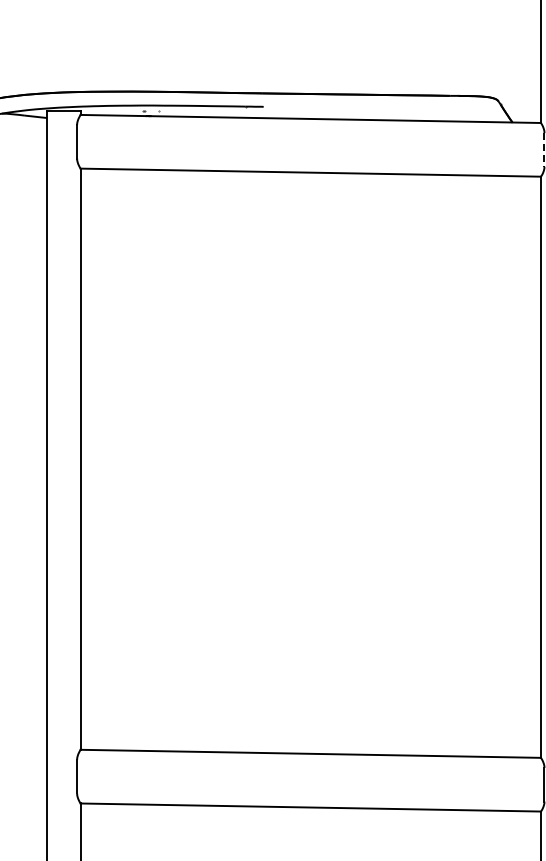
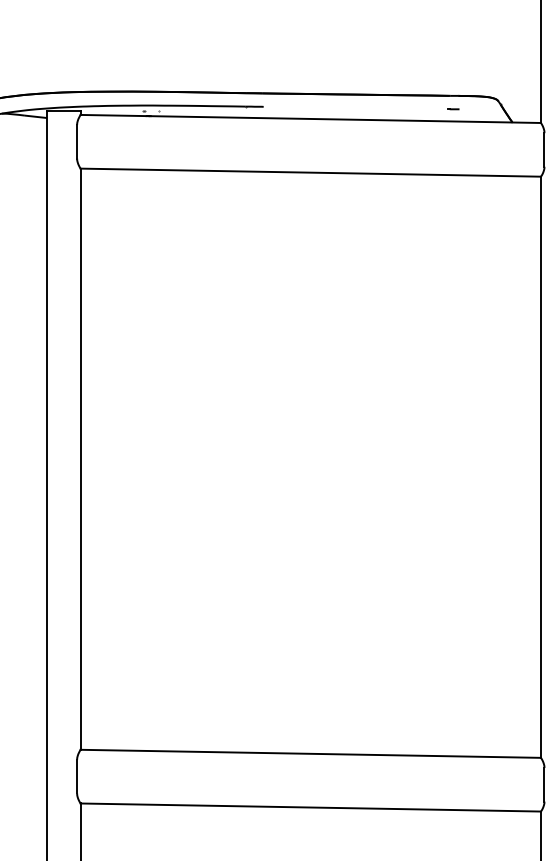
part at (453, 109): none -> present
line at (544, 149): dashed -> solid
